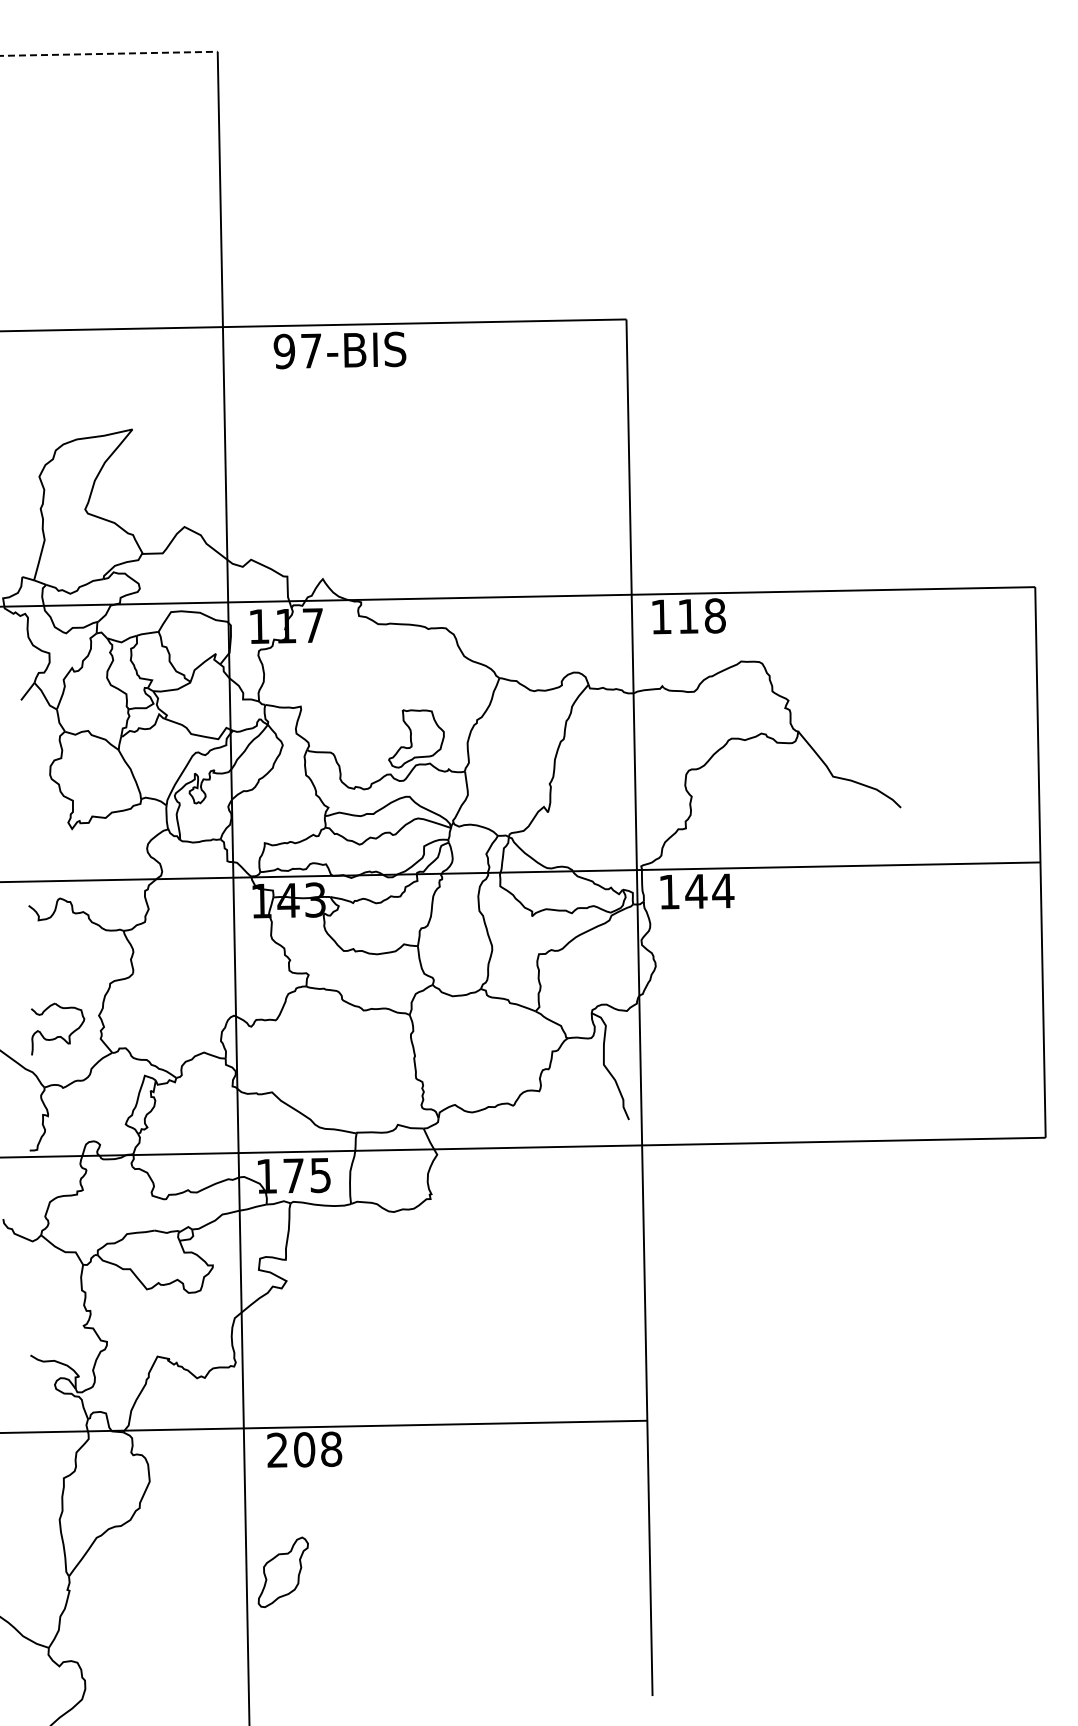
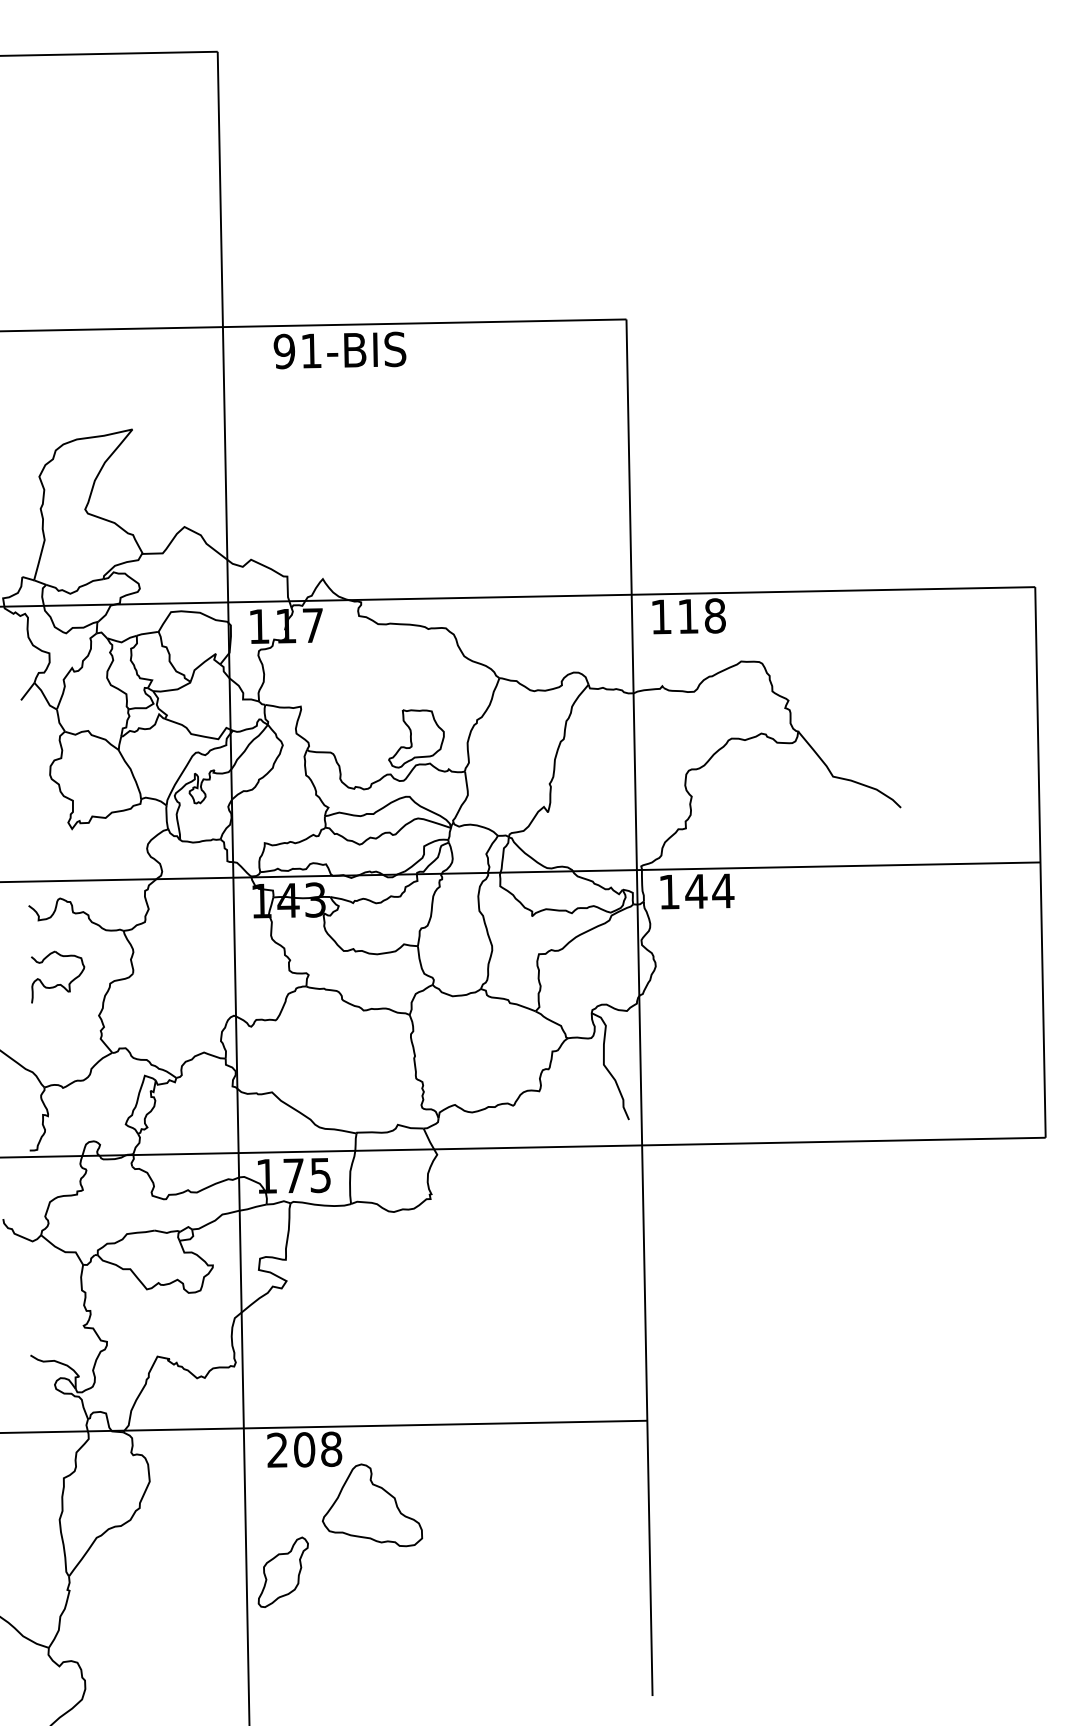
line at (109, 53): dashed -> solid
text at (311, 350): 97-BIS -> 91-BIS
part at (58, 1036) position: (58, 1036) -> (58, 984)
part at (372, 1505): none -> present
